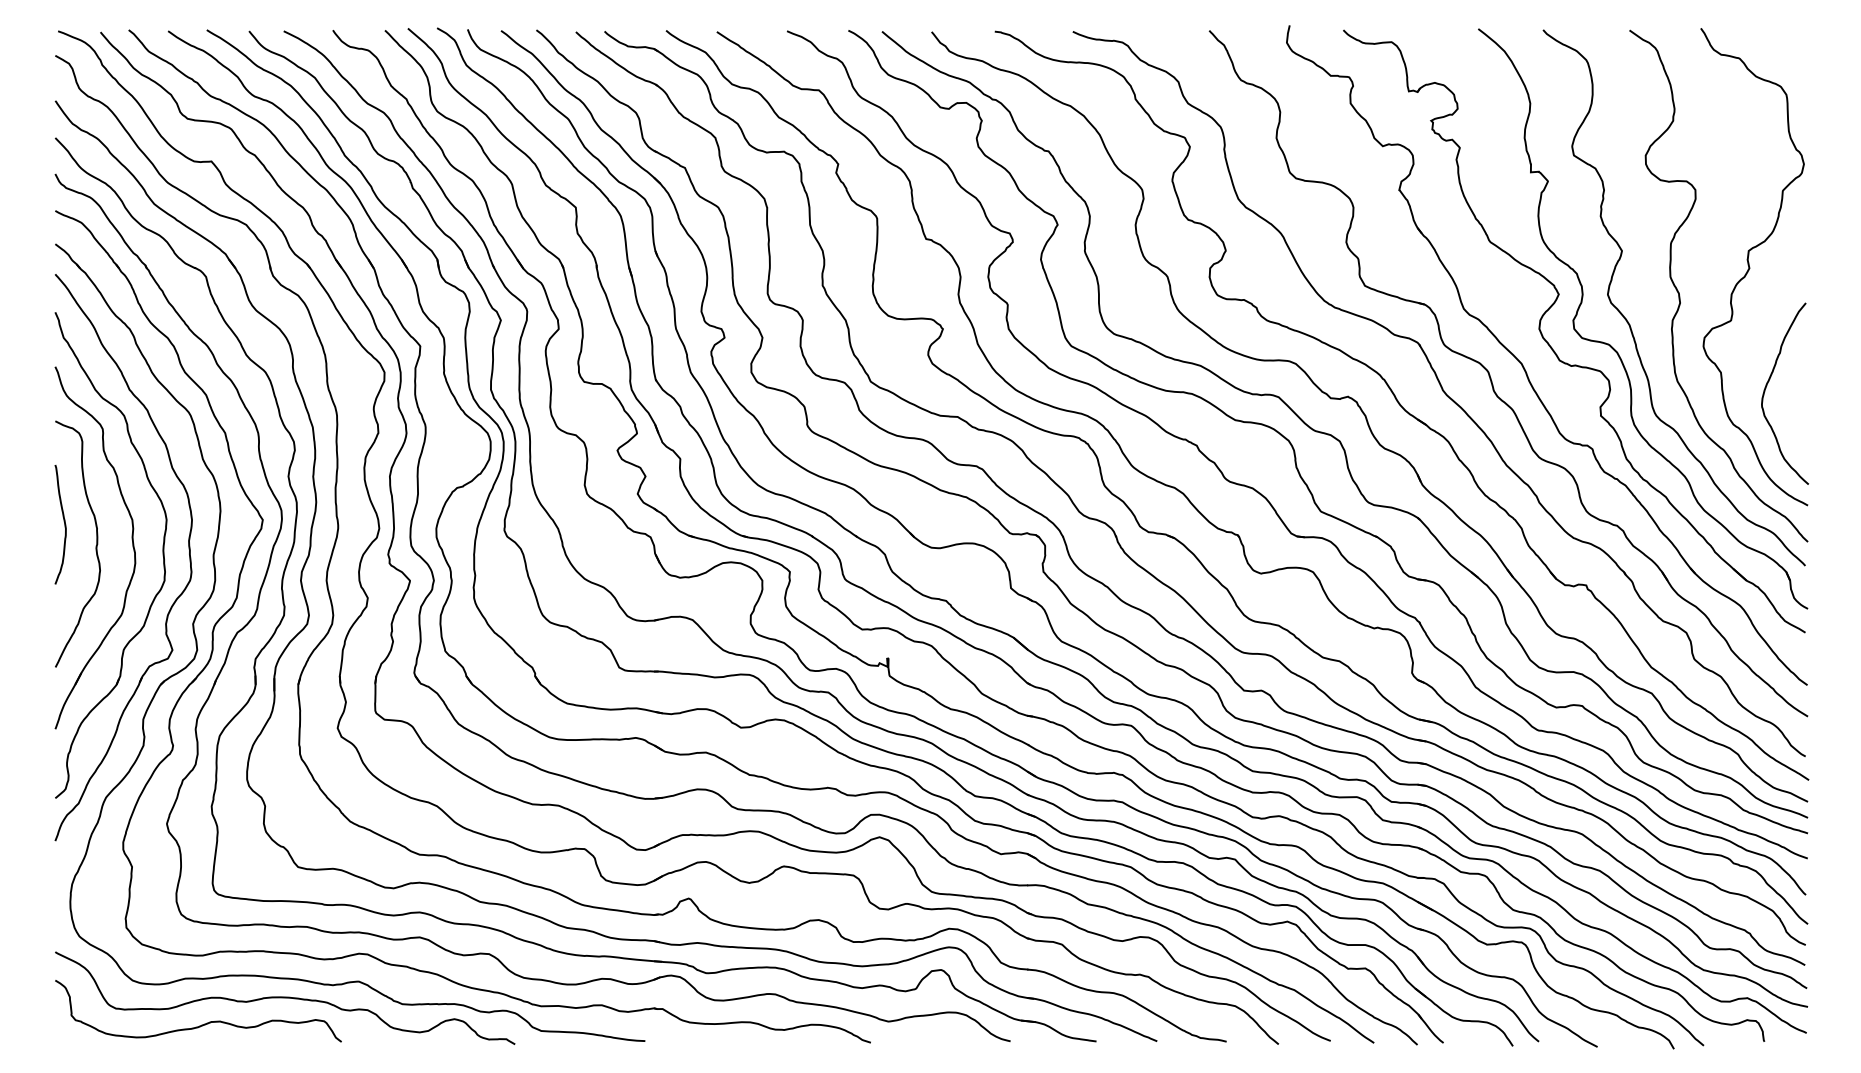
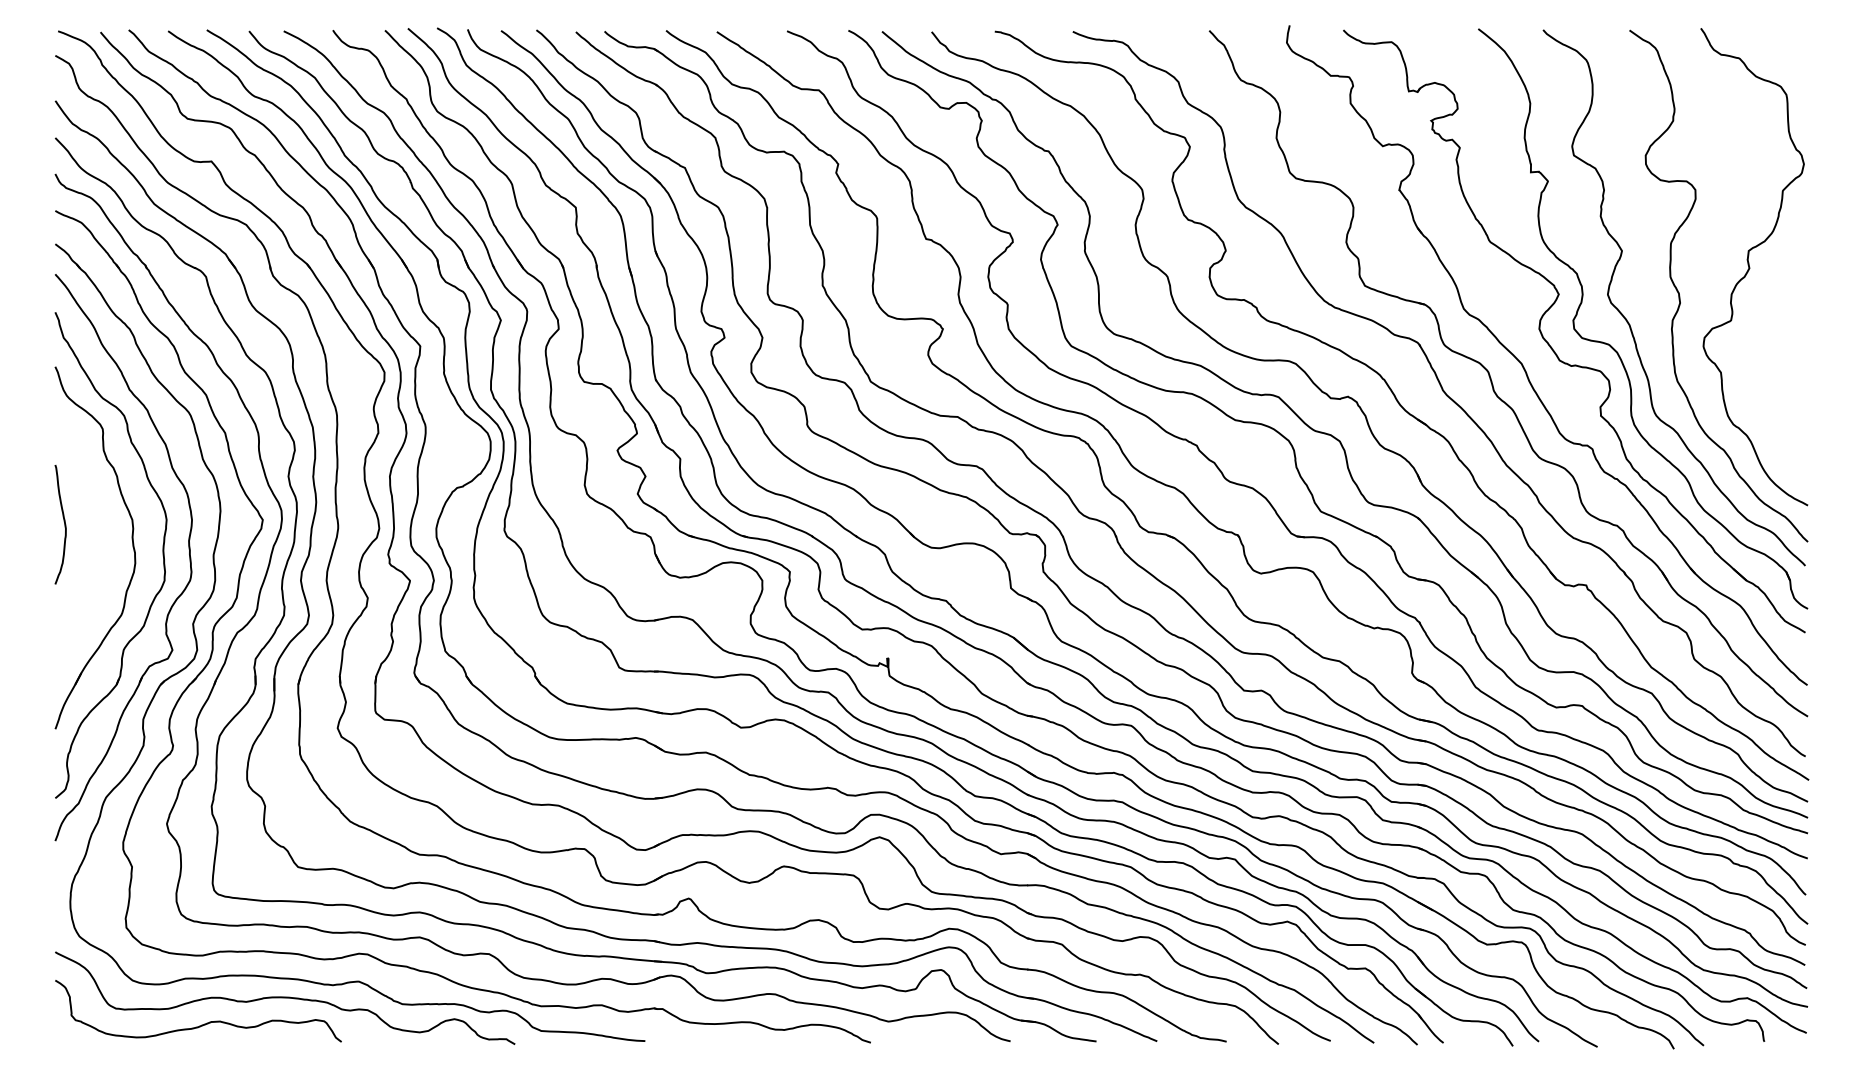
curve at (1766, 388): present -> none
curve at (95, 545): present -> none
